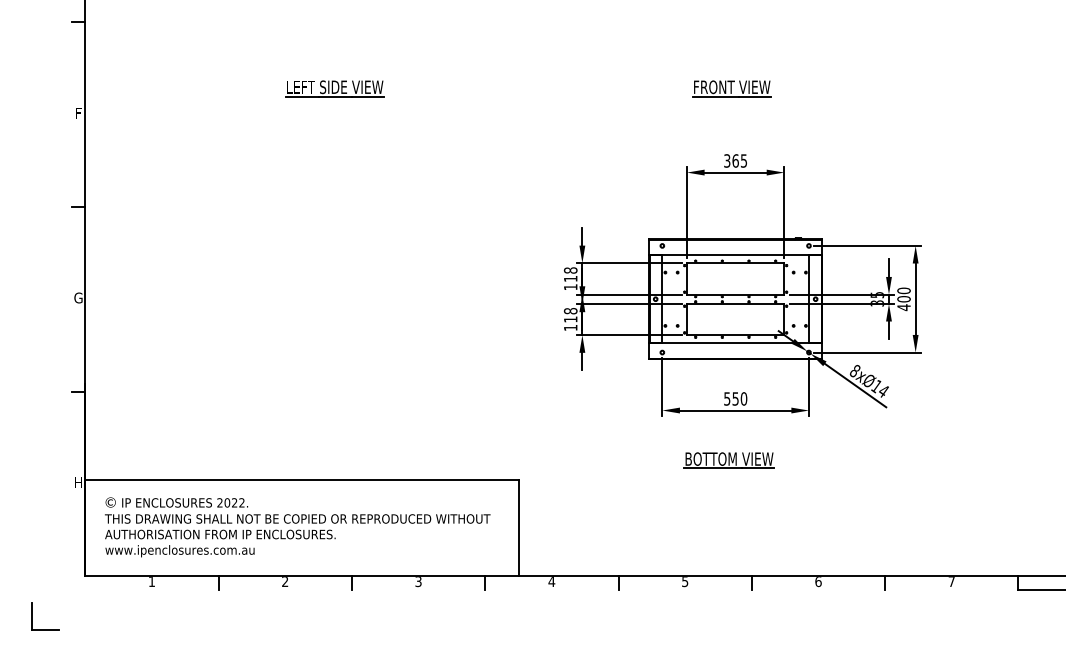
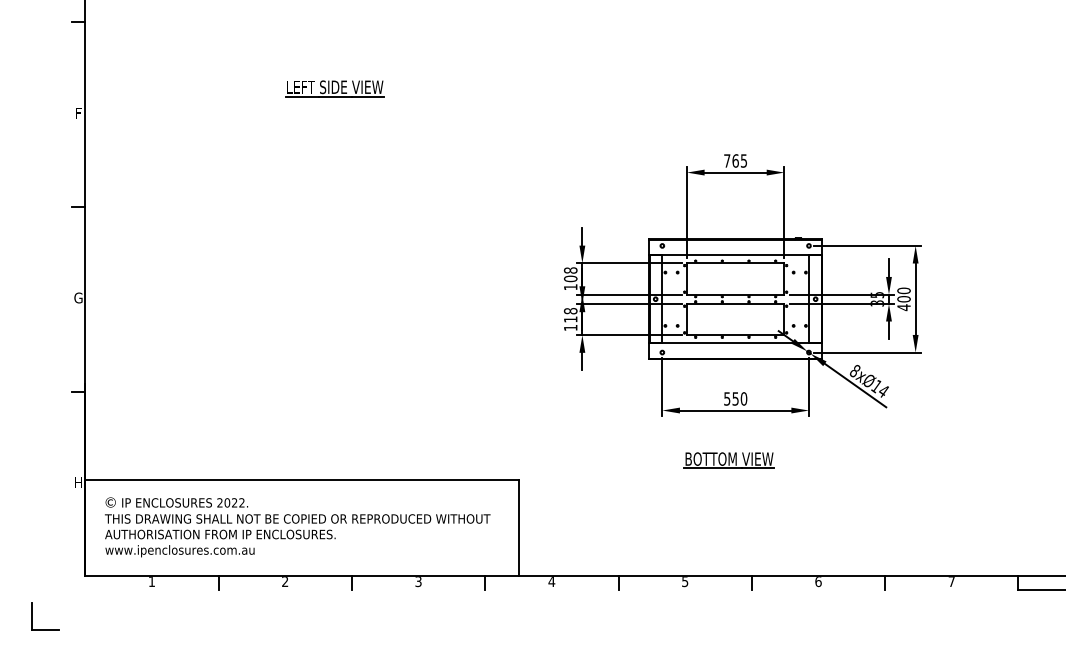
part at (731, 88): present -> none
text at (727, 160): 365 -> 765
text at (570, 278): 118 -> 108
